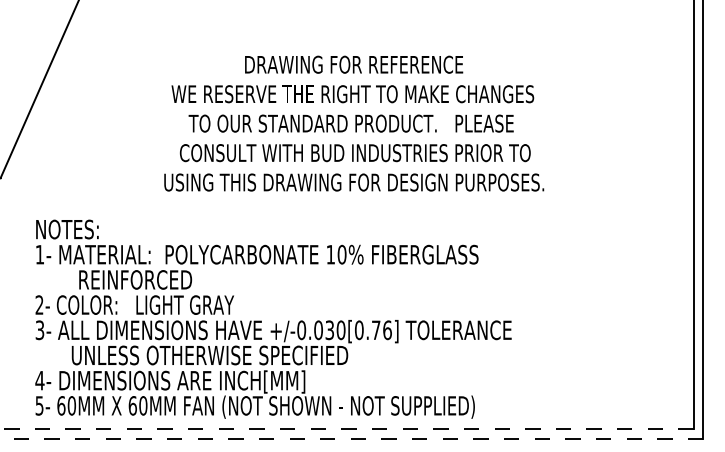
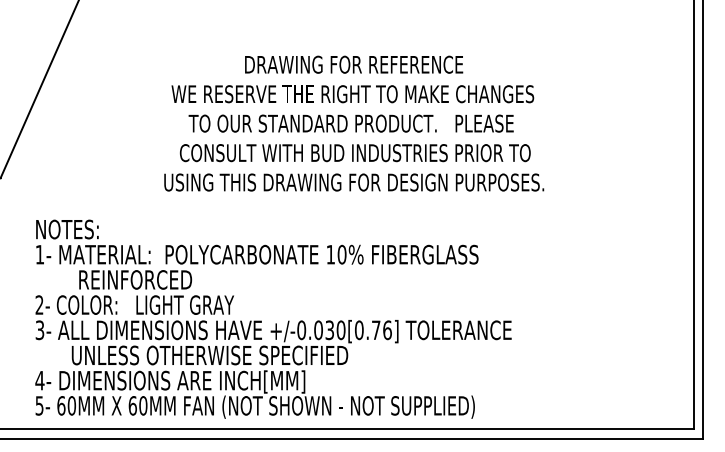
line at (346, 429): dashed -> solid
line at (351, 438): dashed -> solid
